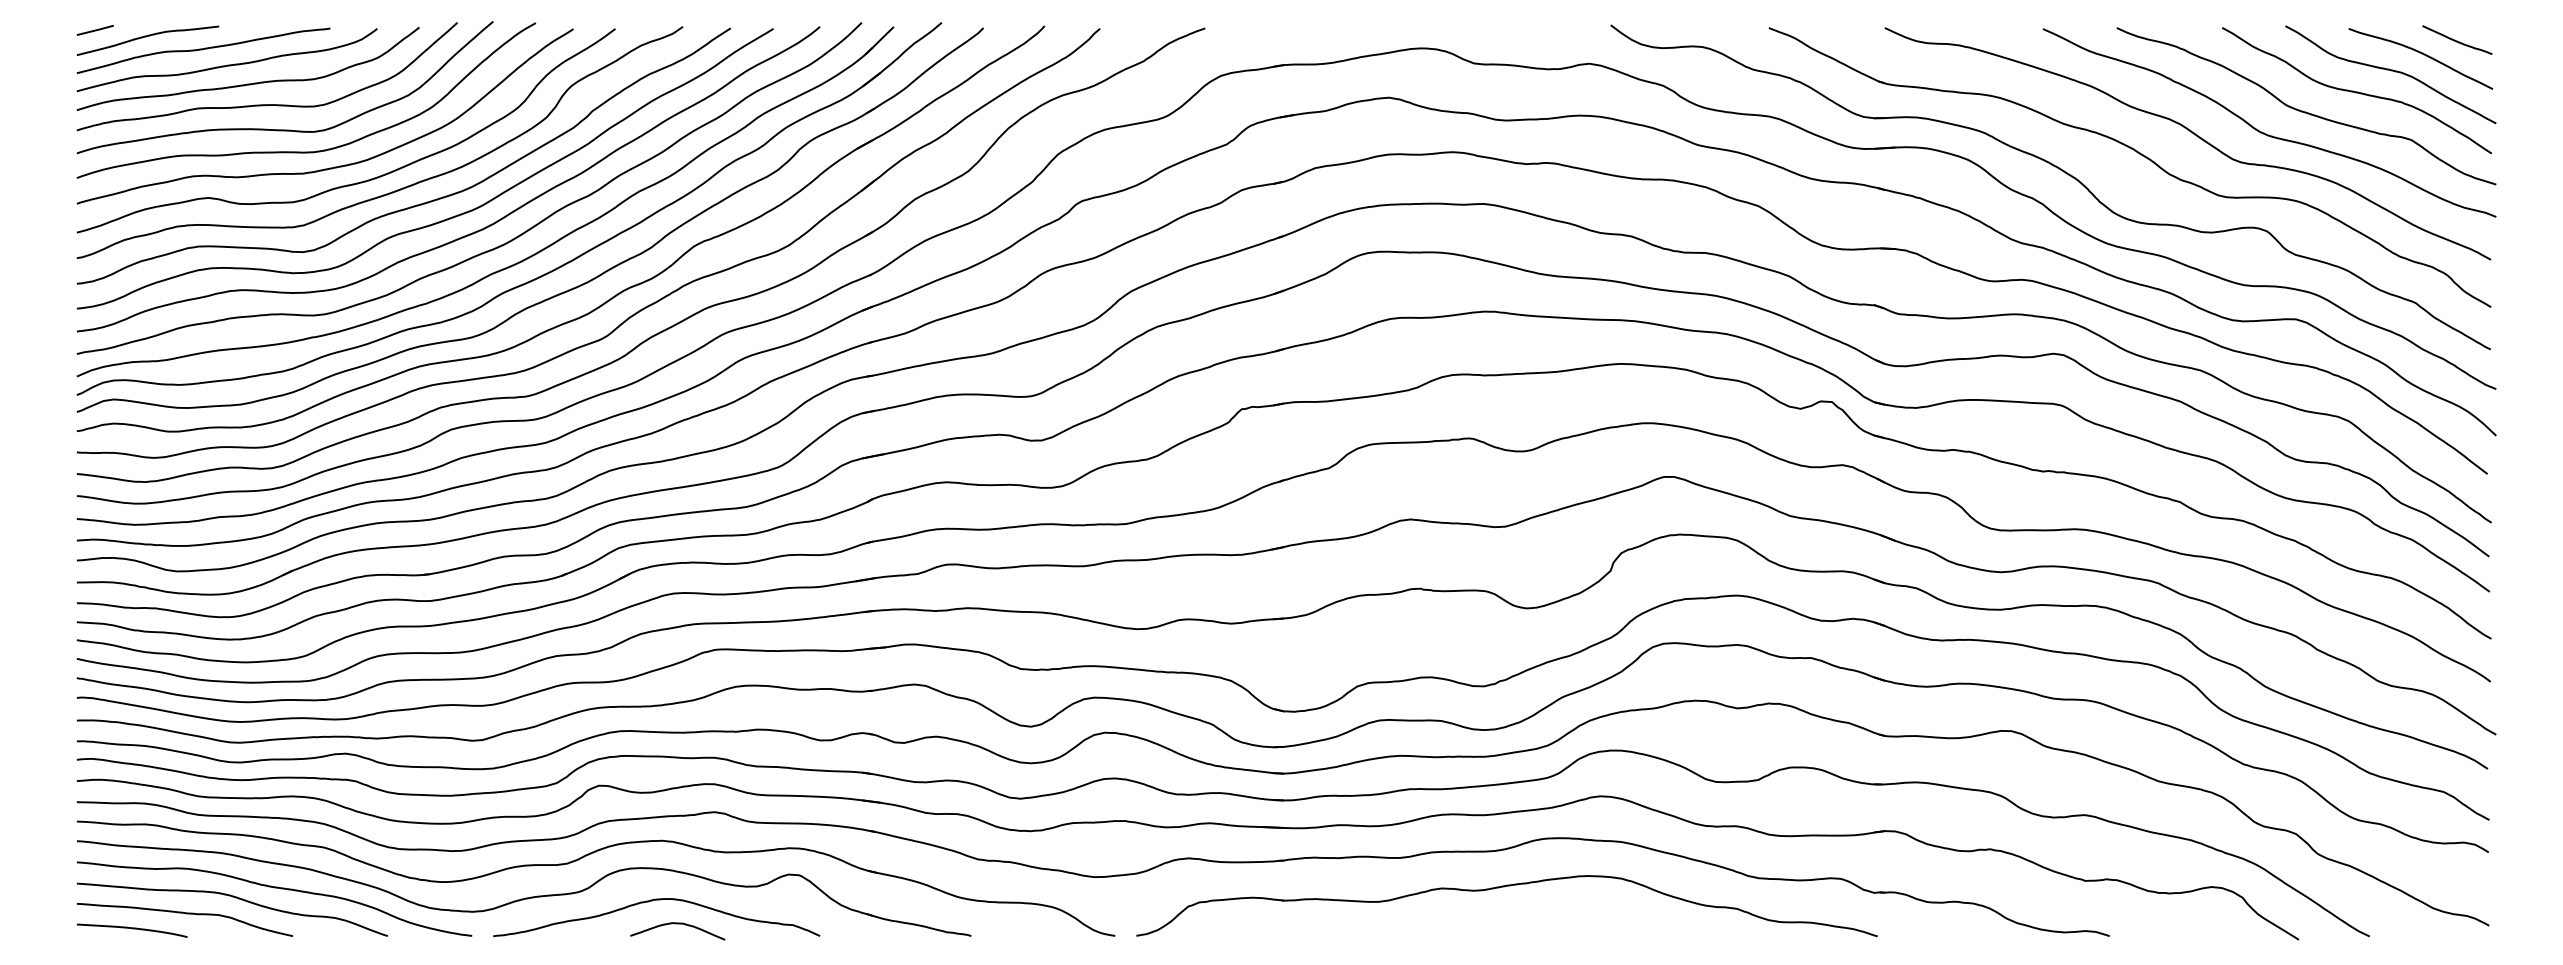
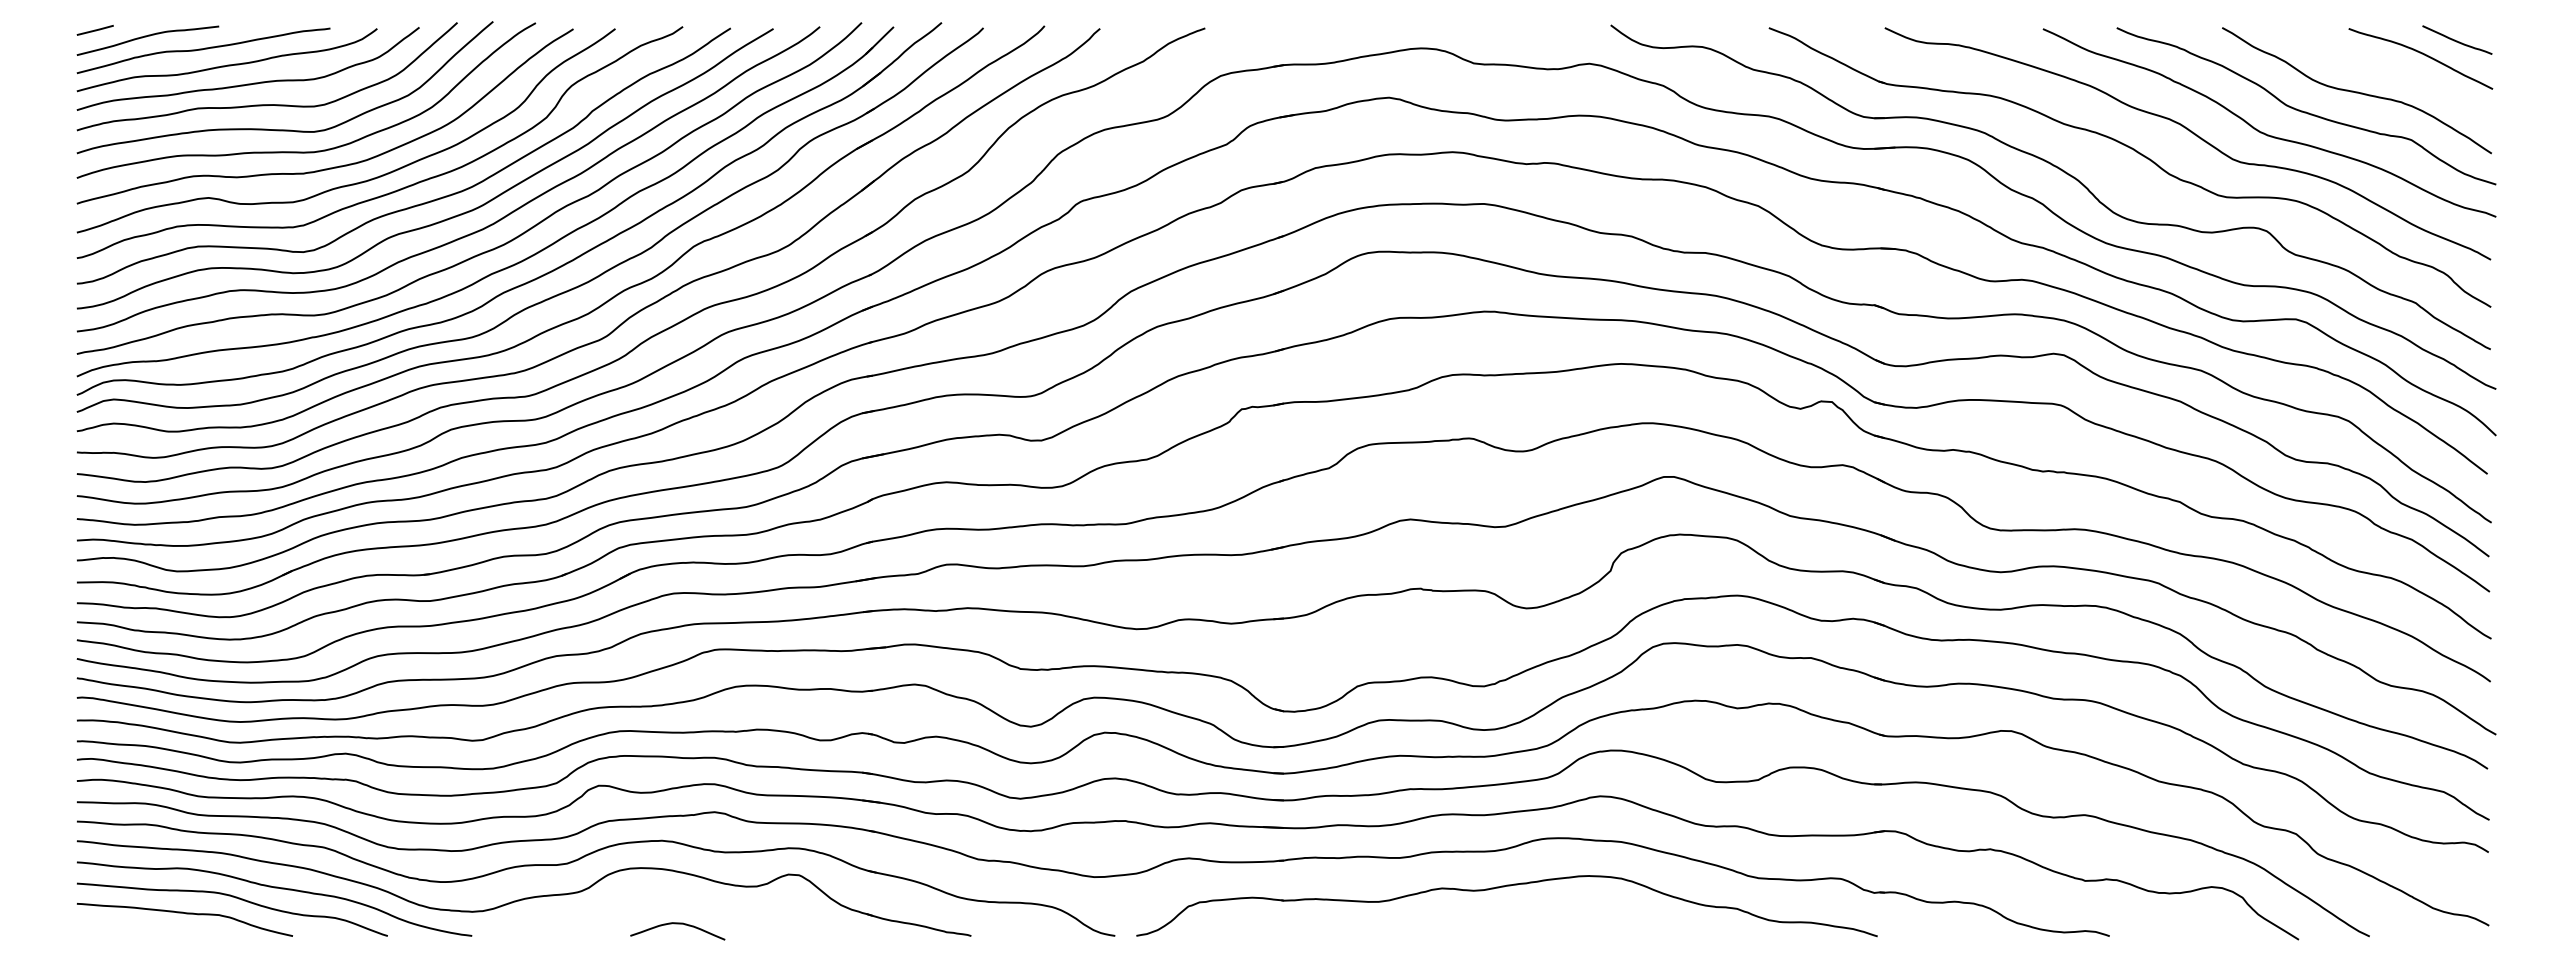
curve at (2391, 71): present -> none
curve at (652, 901): present -> none
curve at (132, 929): present -> none
